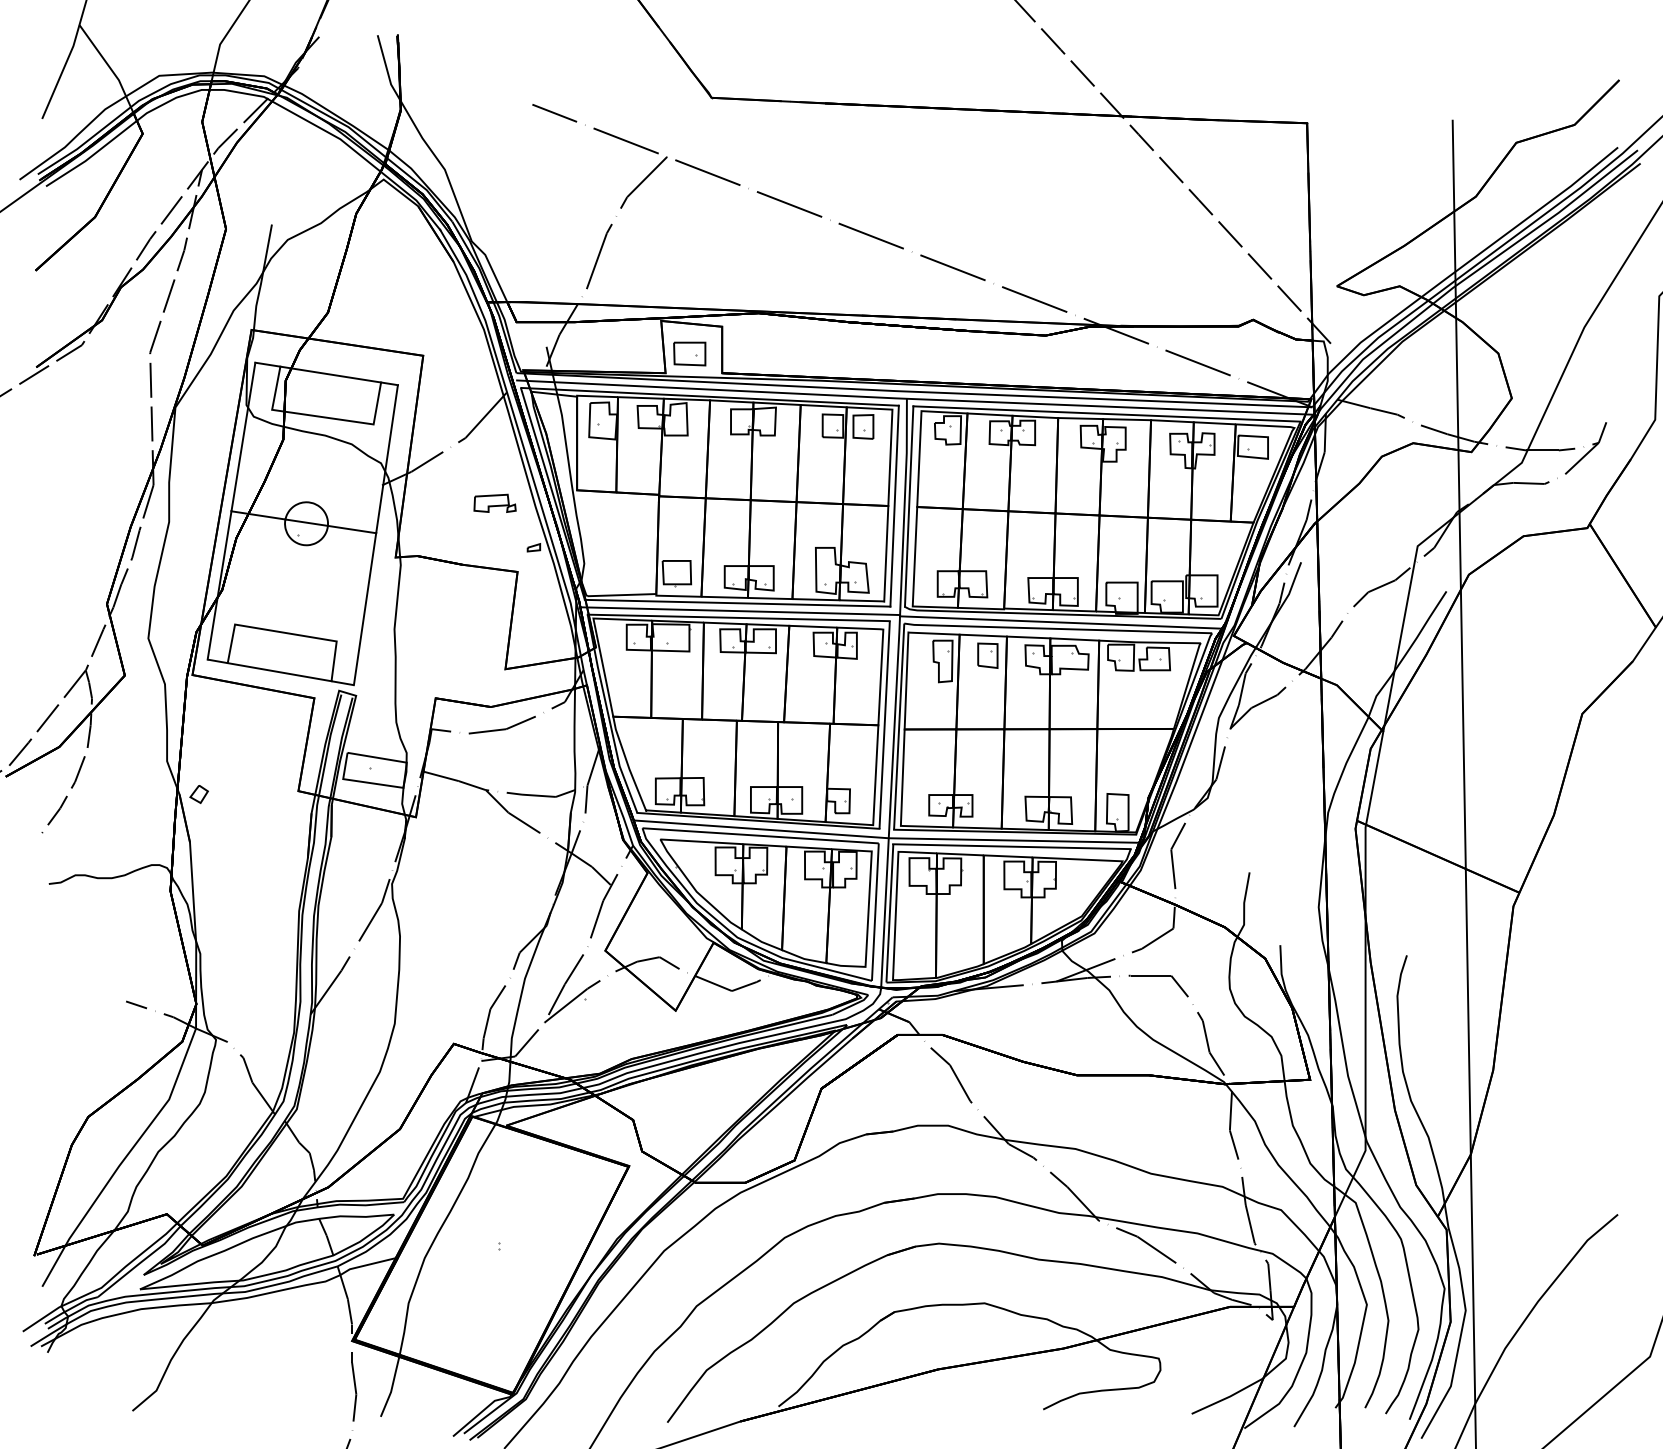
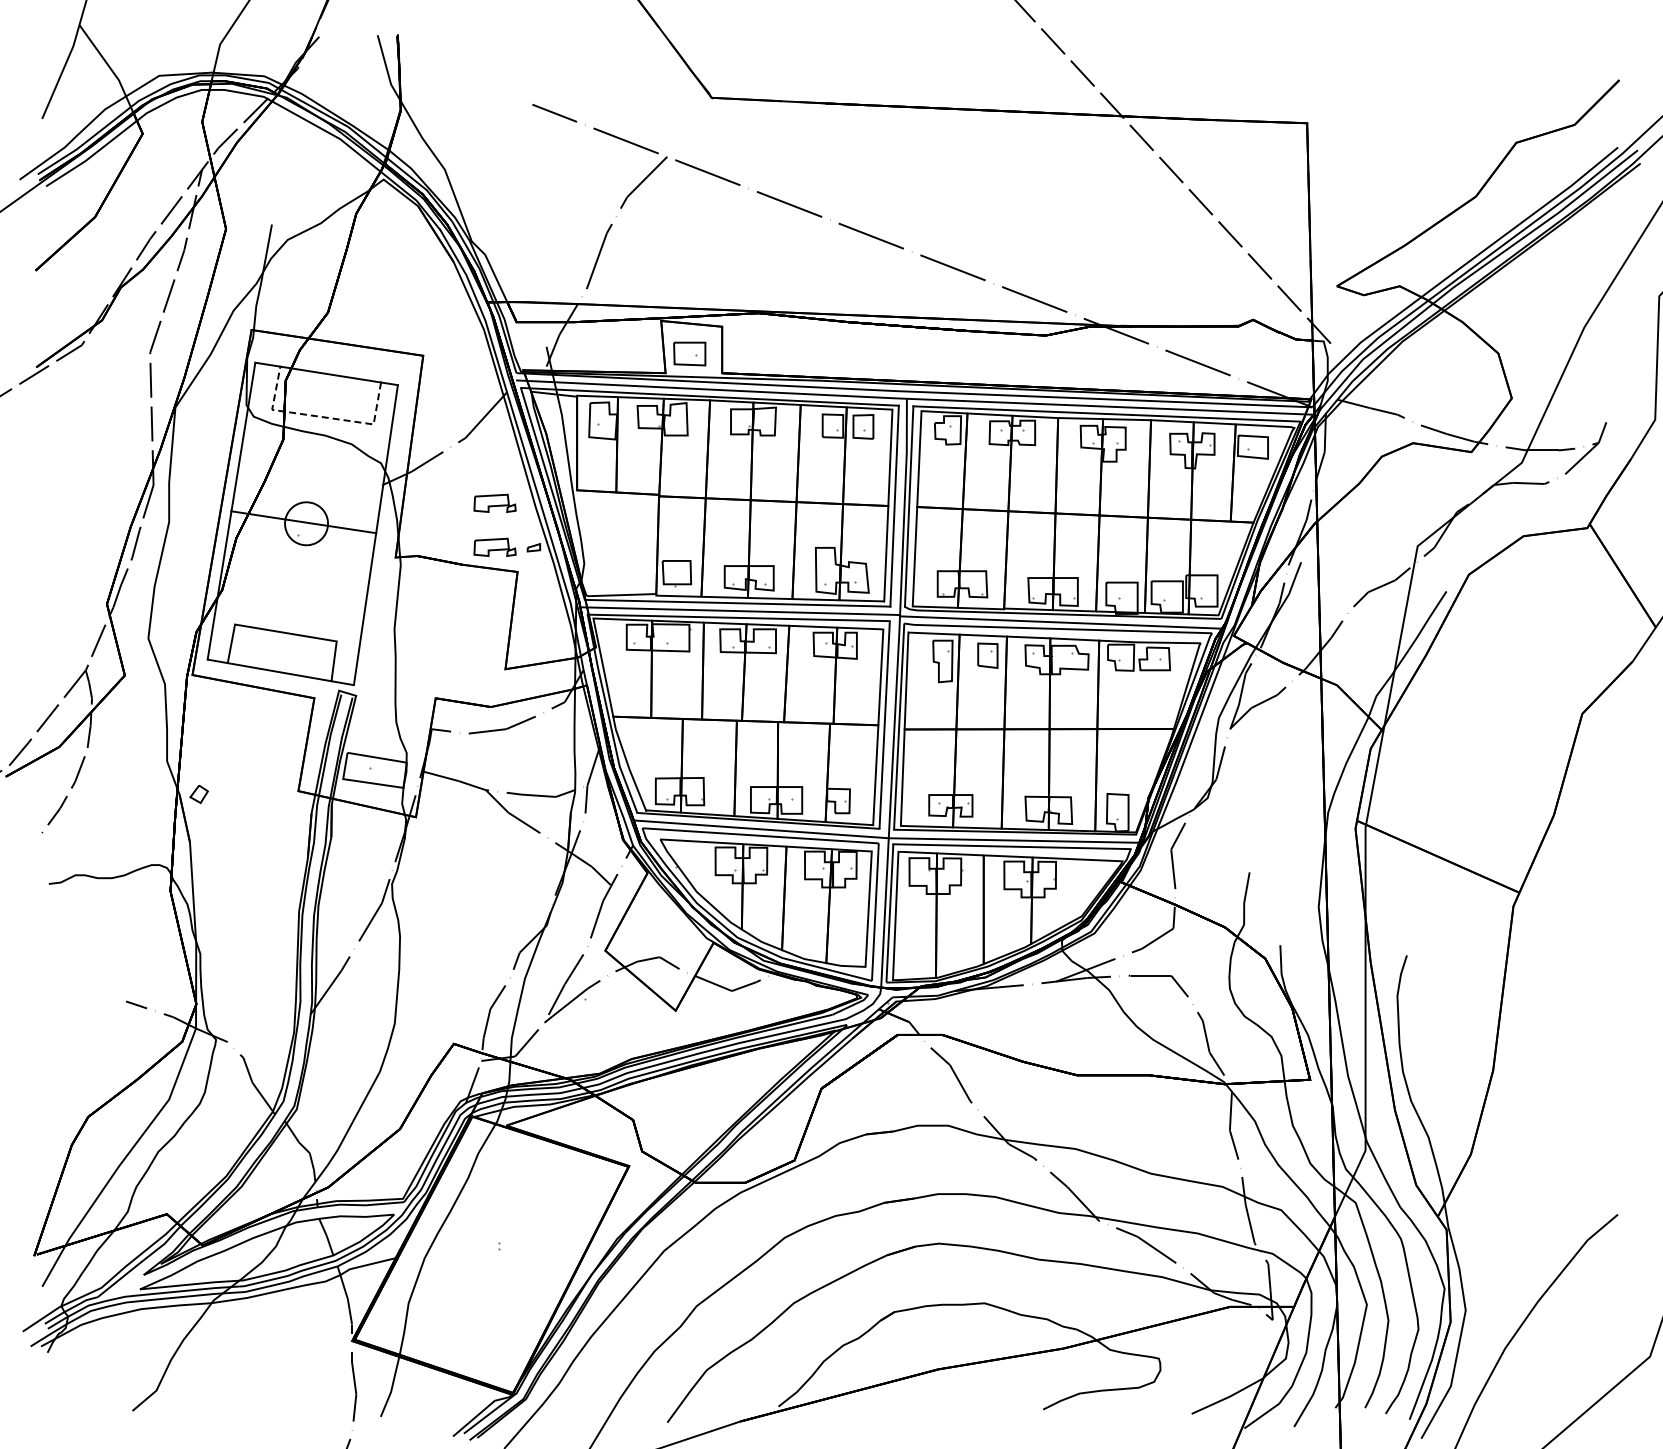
line at (322, 417): solid -> dashed
part at (494, 546): none -> present
line at (1463, 782): present -> none
